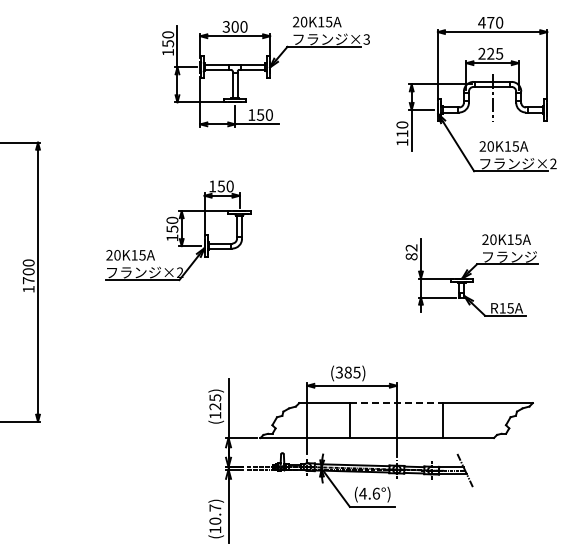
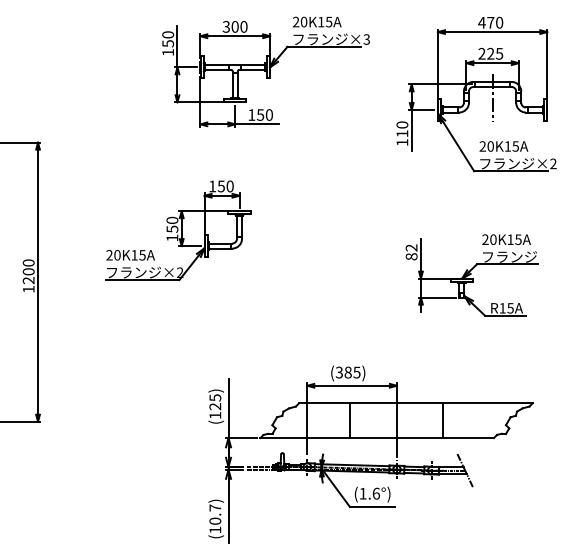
text at (28, 280): 1700 -> 1200
line at (397, 403): dashed -> solid
text at (362, 493): (4.6°) -> (1.6°)
